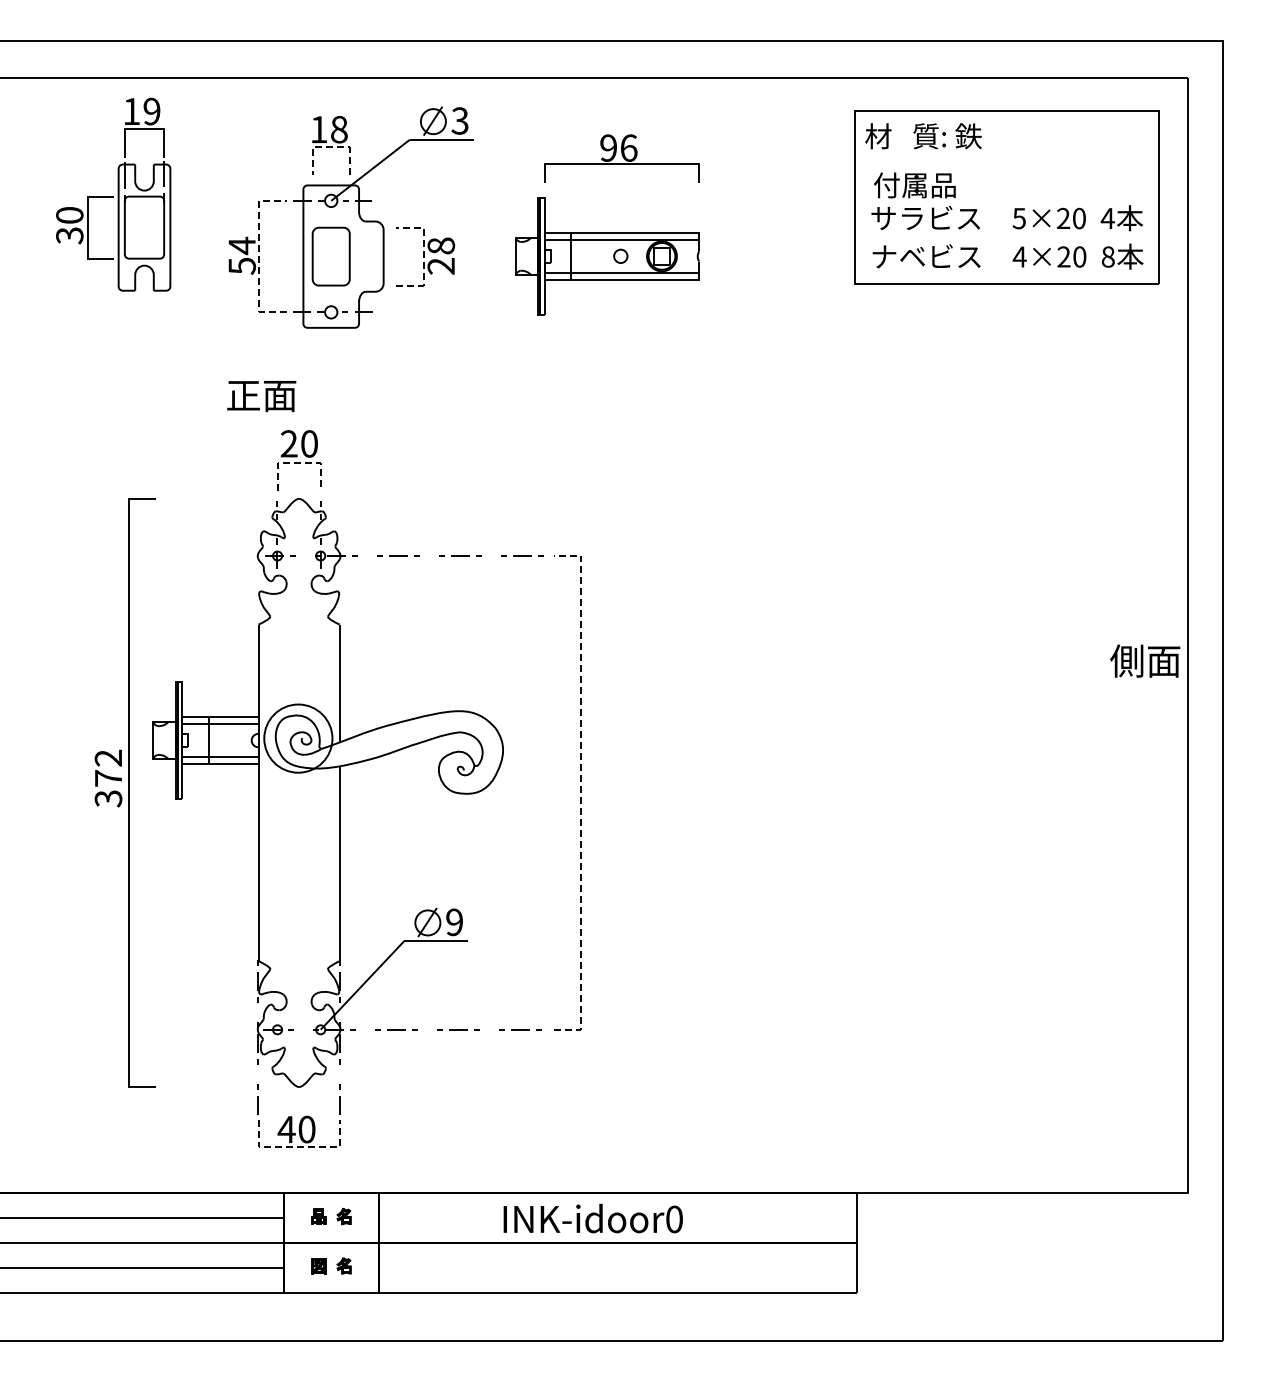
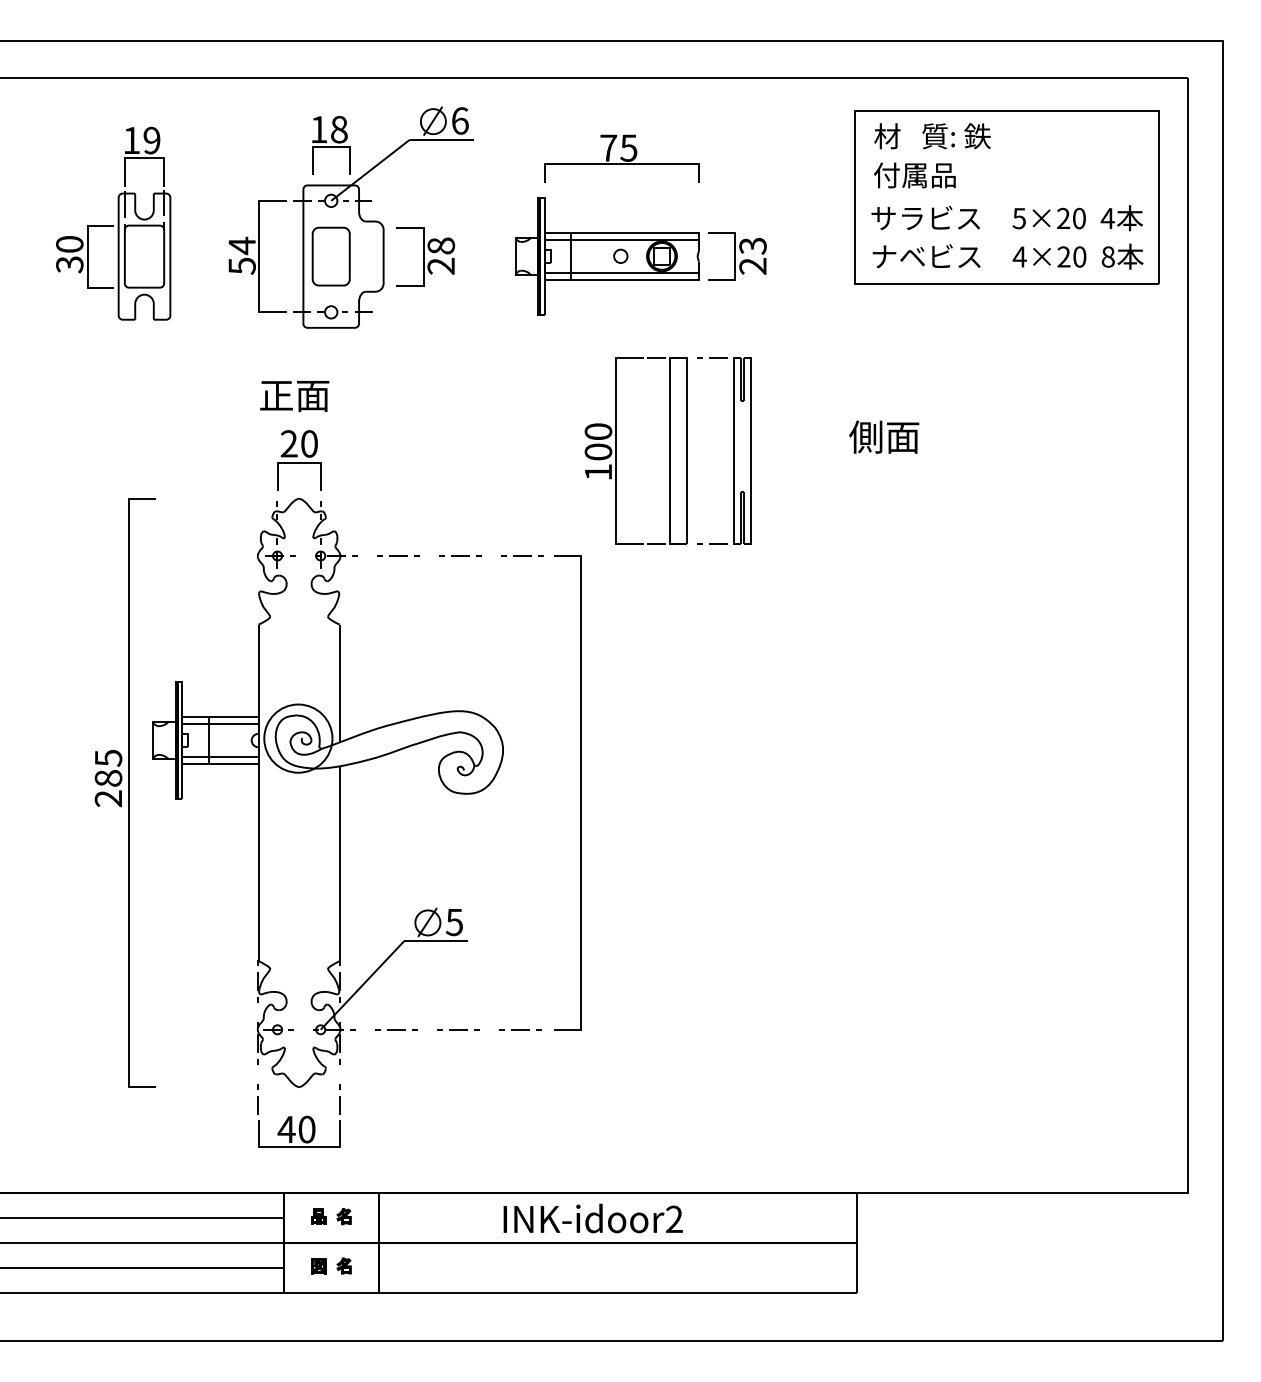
text at (459, 120): 3 -> 6
text at (923, 136) position: (923, 136) -> (932, 136)
line at (331, 147): dashed -> solid
text at (618, 147): 96 -> 75
text at (914, 185) position: (914, 185) -> (914, 175)
part at (113, 194) position: (113, 194) -> (113, 223)
line at (259, 256): dashed -> solid
line at (423, 256): dashed -> solid
part at (737, 256): none -> present
text at (261, 396) position: (261, 396) -> (294, 396)
part at (667, 450): none -> present
line at (299, 463): dashed -> solid
text at (1145, 660) position: (1145, 660) -> (884, 436)
text at (108, 778): 372 -> 285
line at (581, 792): dashed -> solid
text at (453, 922): 9 -> 5
line at (299, 1147): dashed -> solid
text at (674, 1219): INK-idoor0 -> INK-idoor2
